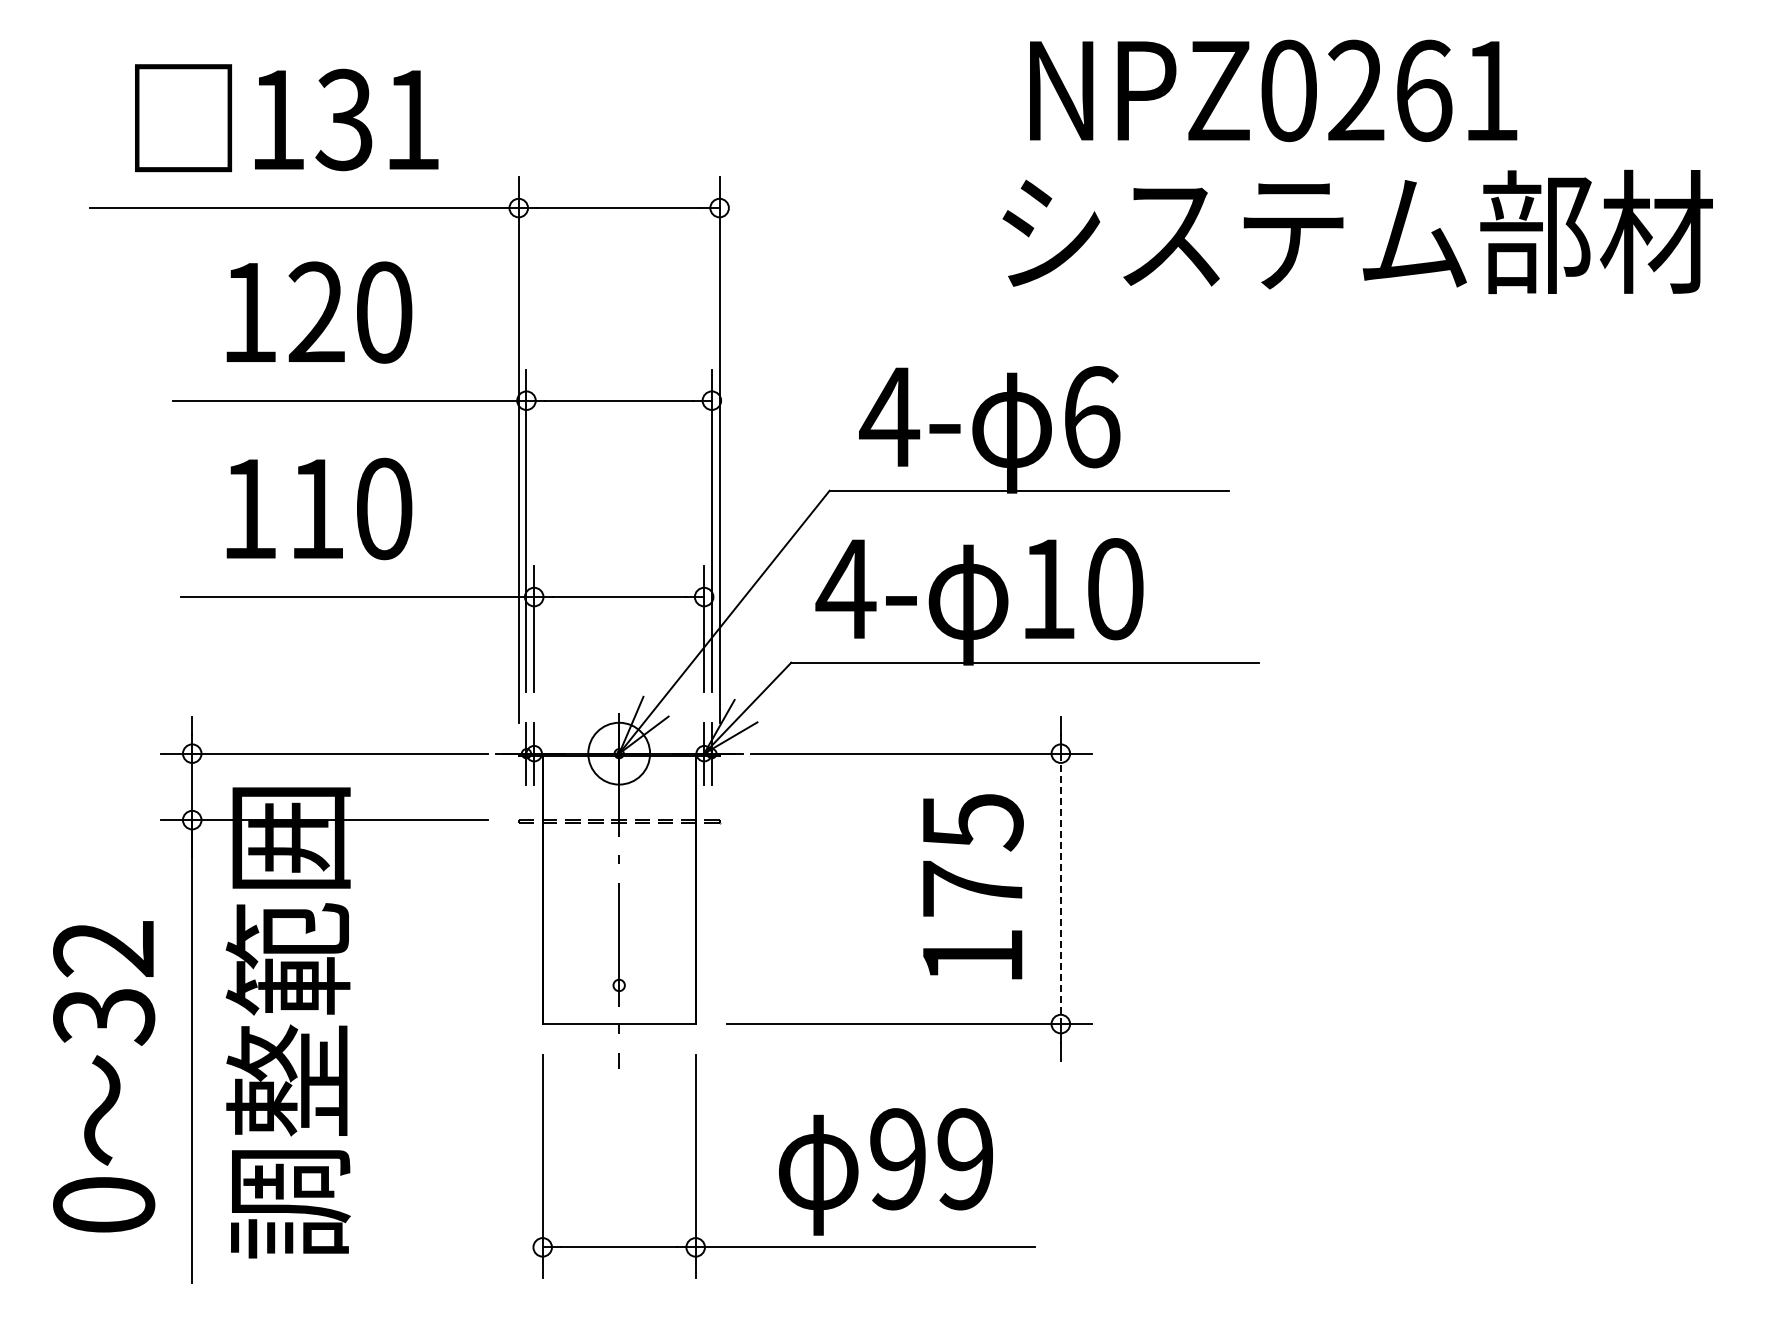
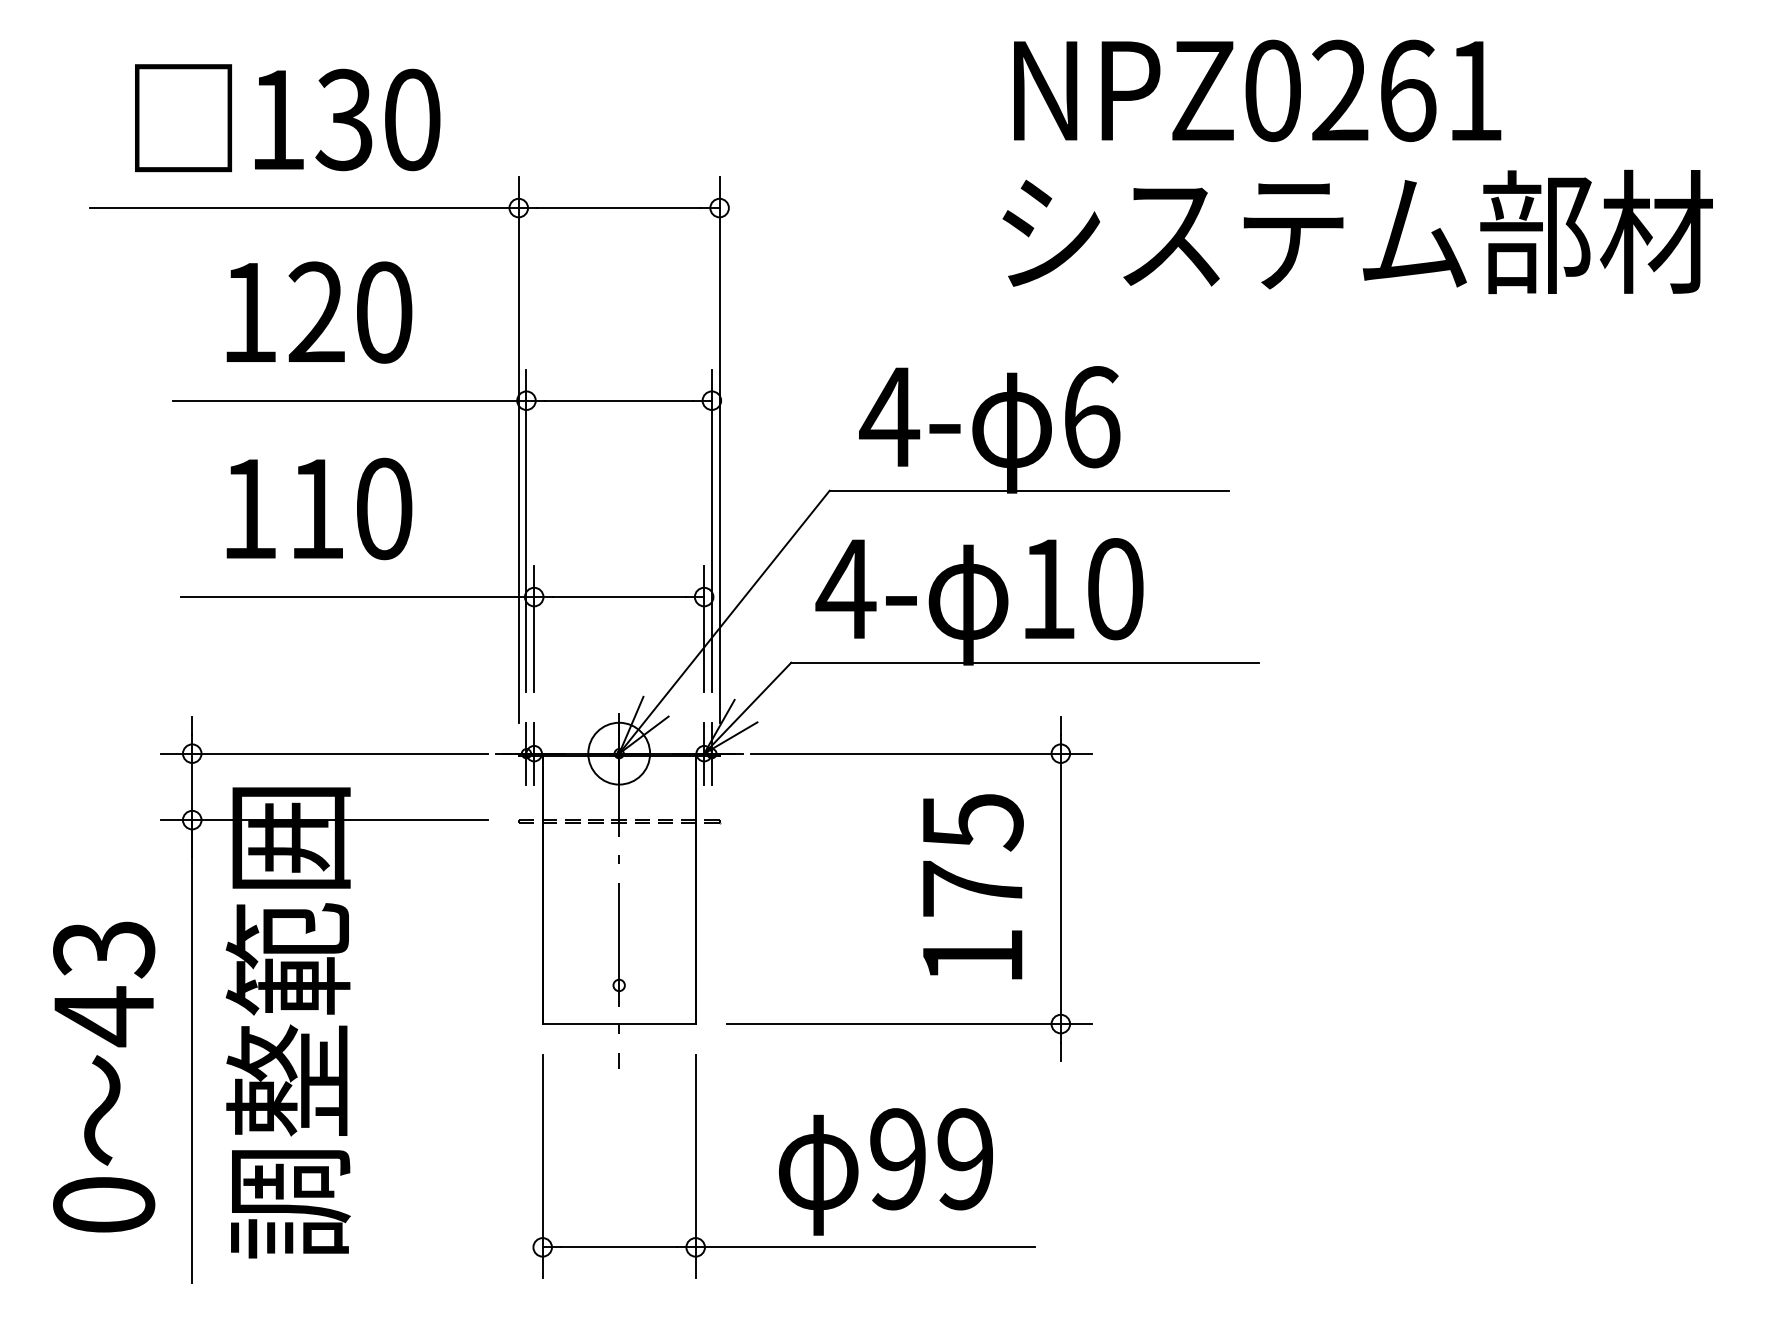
text at (1273, 90) position: (1273, 90) -> (1257, 90)
text at (412, 119): 131 -> 130
line at (1060, 889): dashed -> solid
text at (104, 984): 32 -> 43
